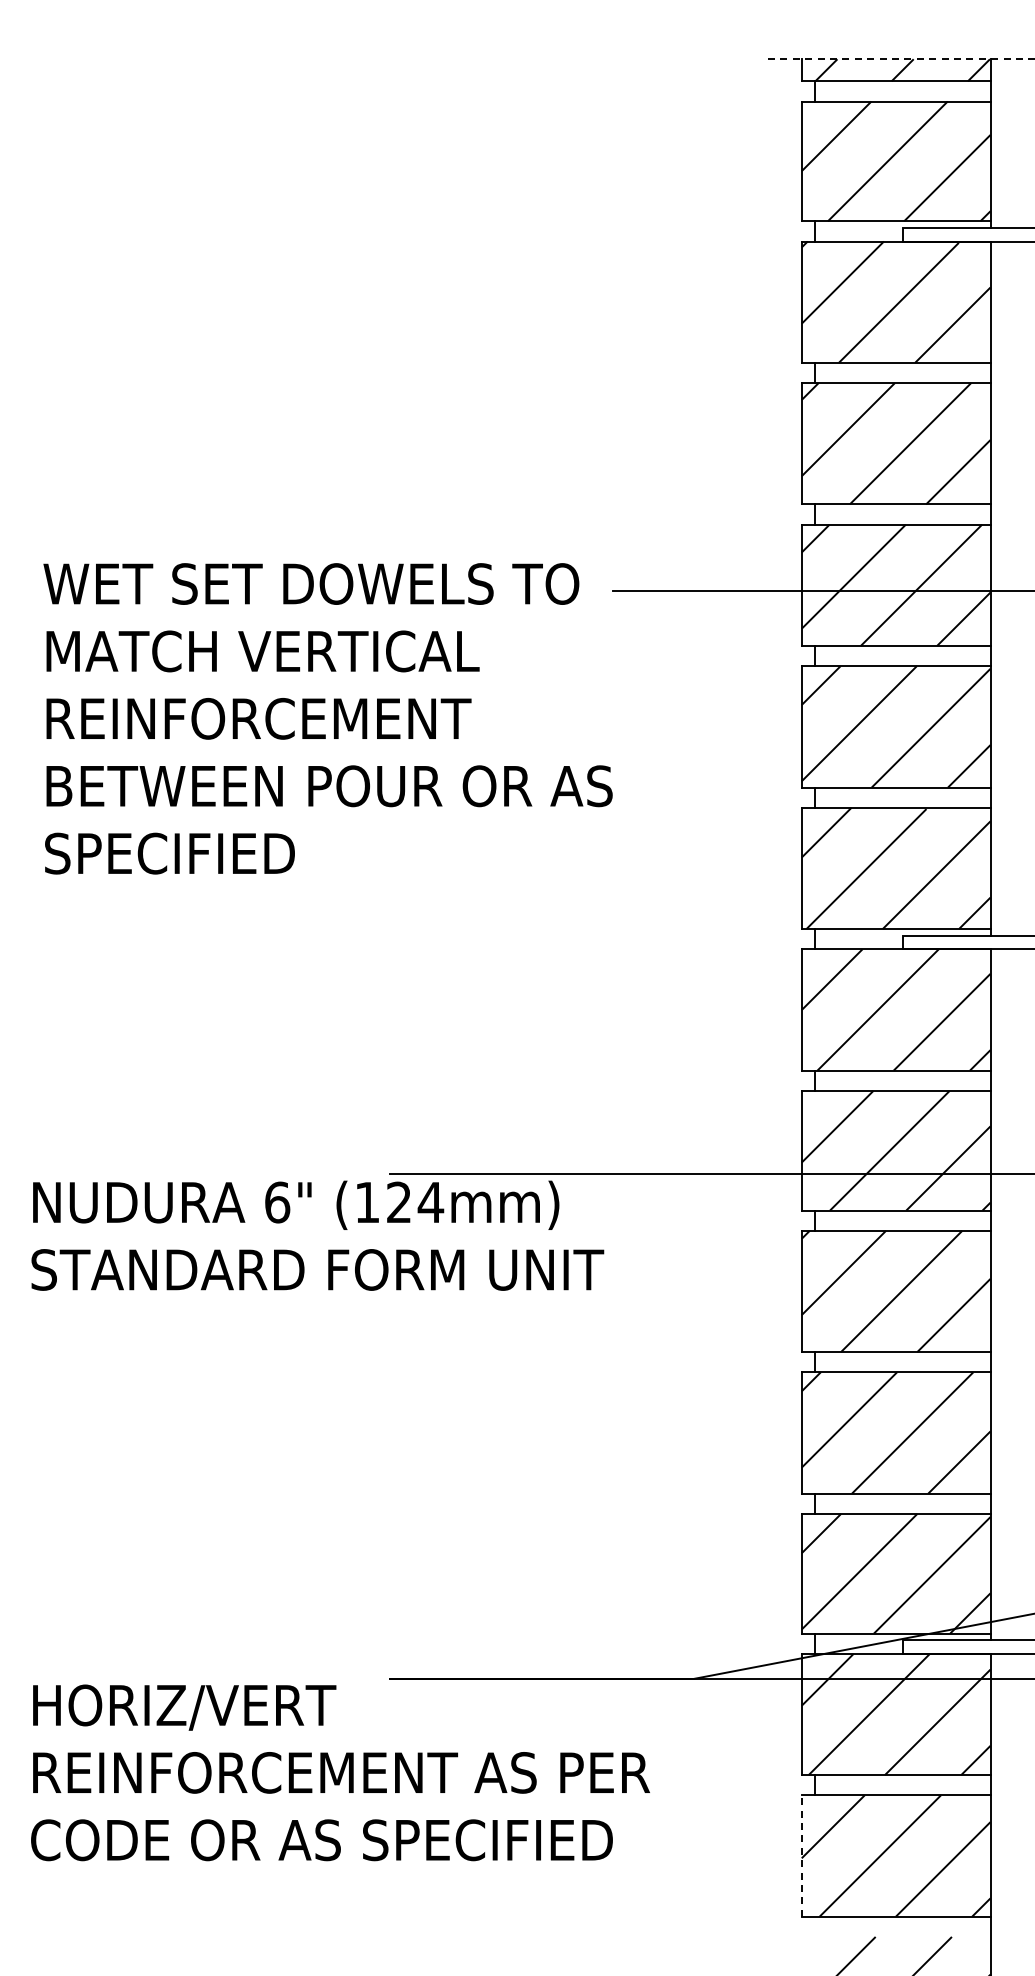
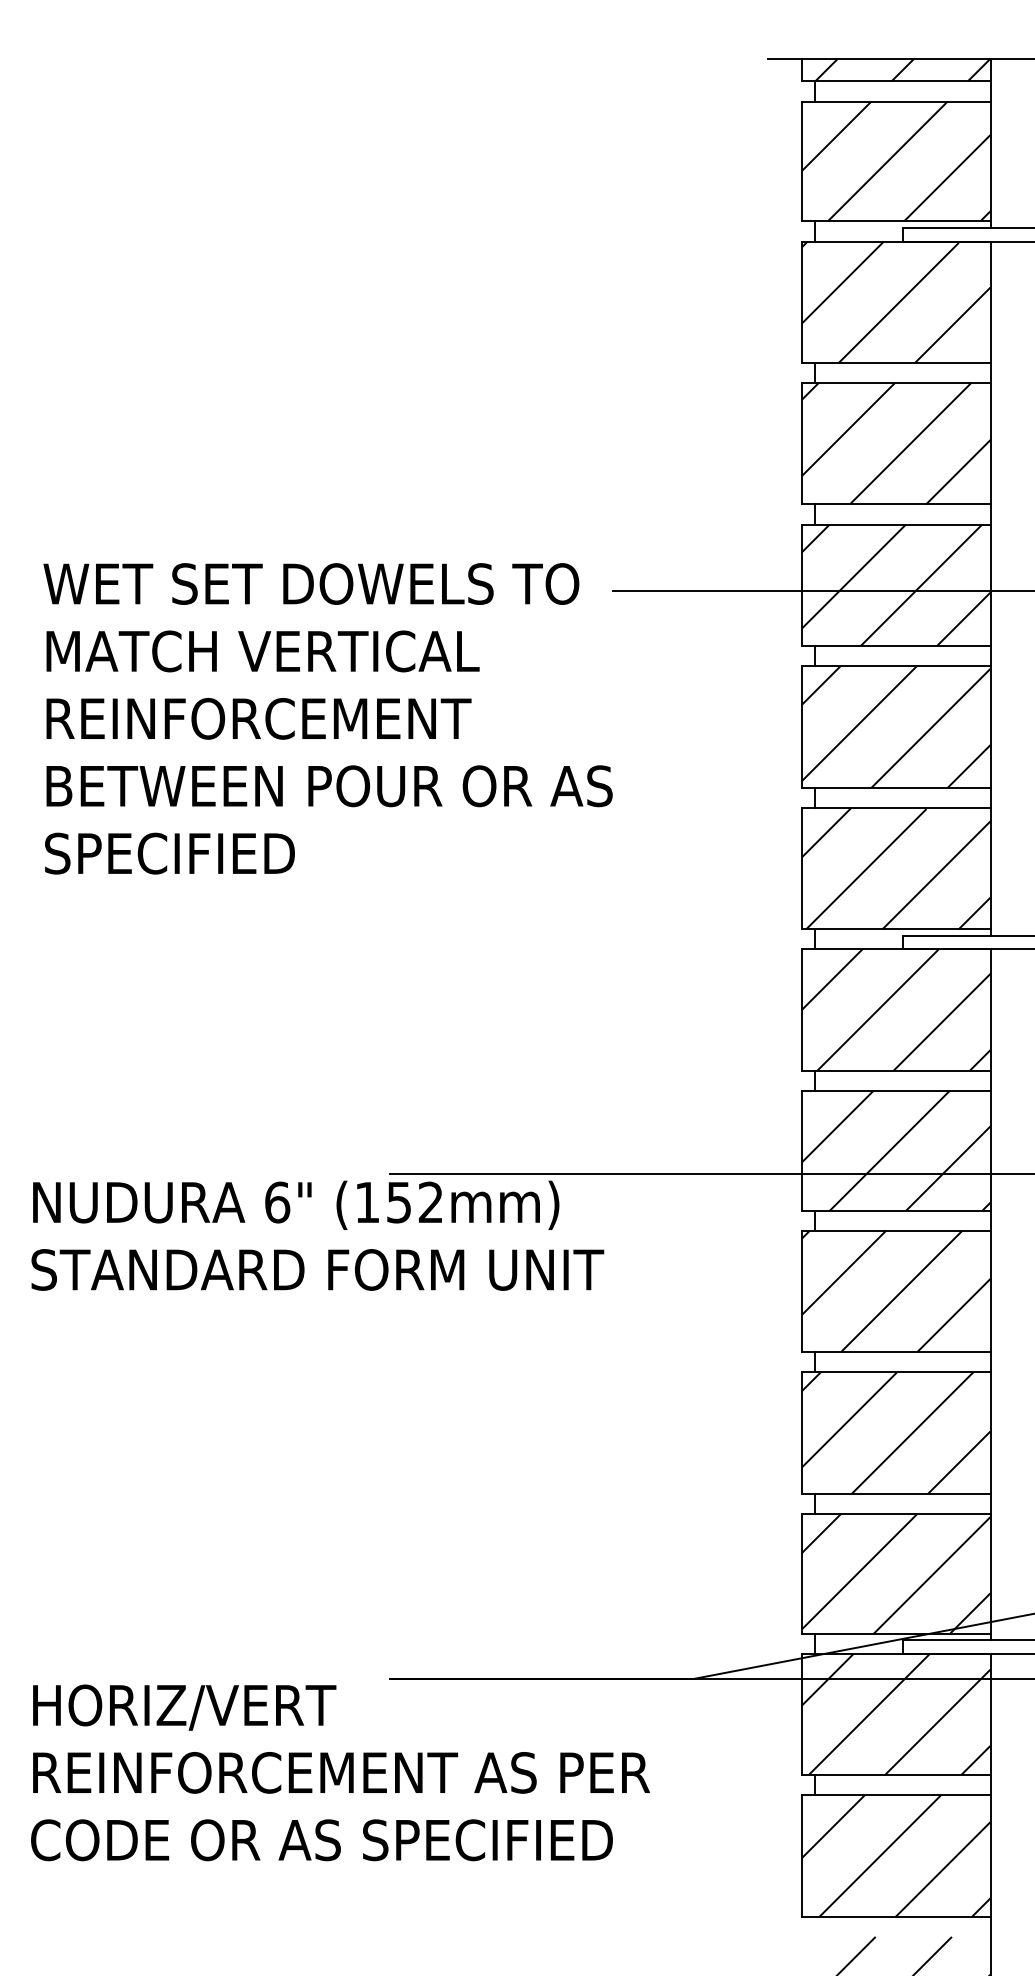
line at (901, 59): dashed -> solid
text at (415, 1202): (124mm) -> (152mm)
line at (801, 1856): dashed -> solid
